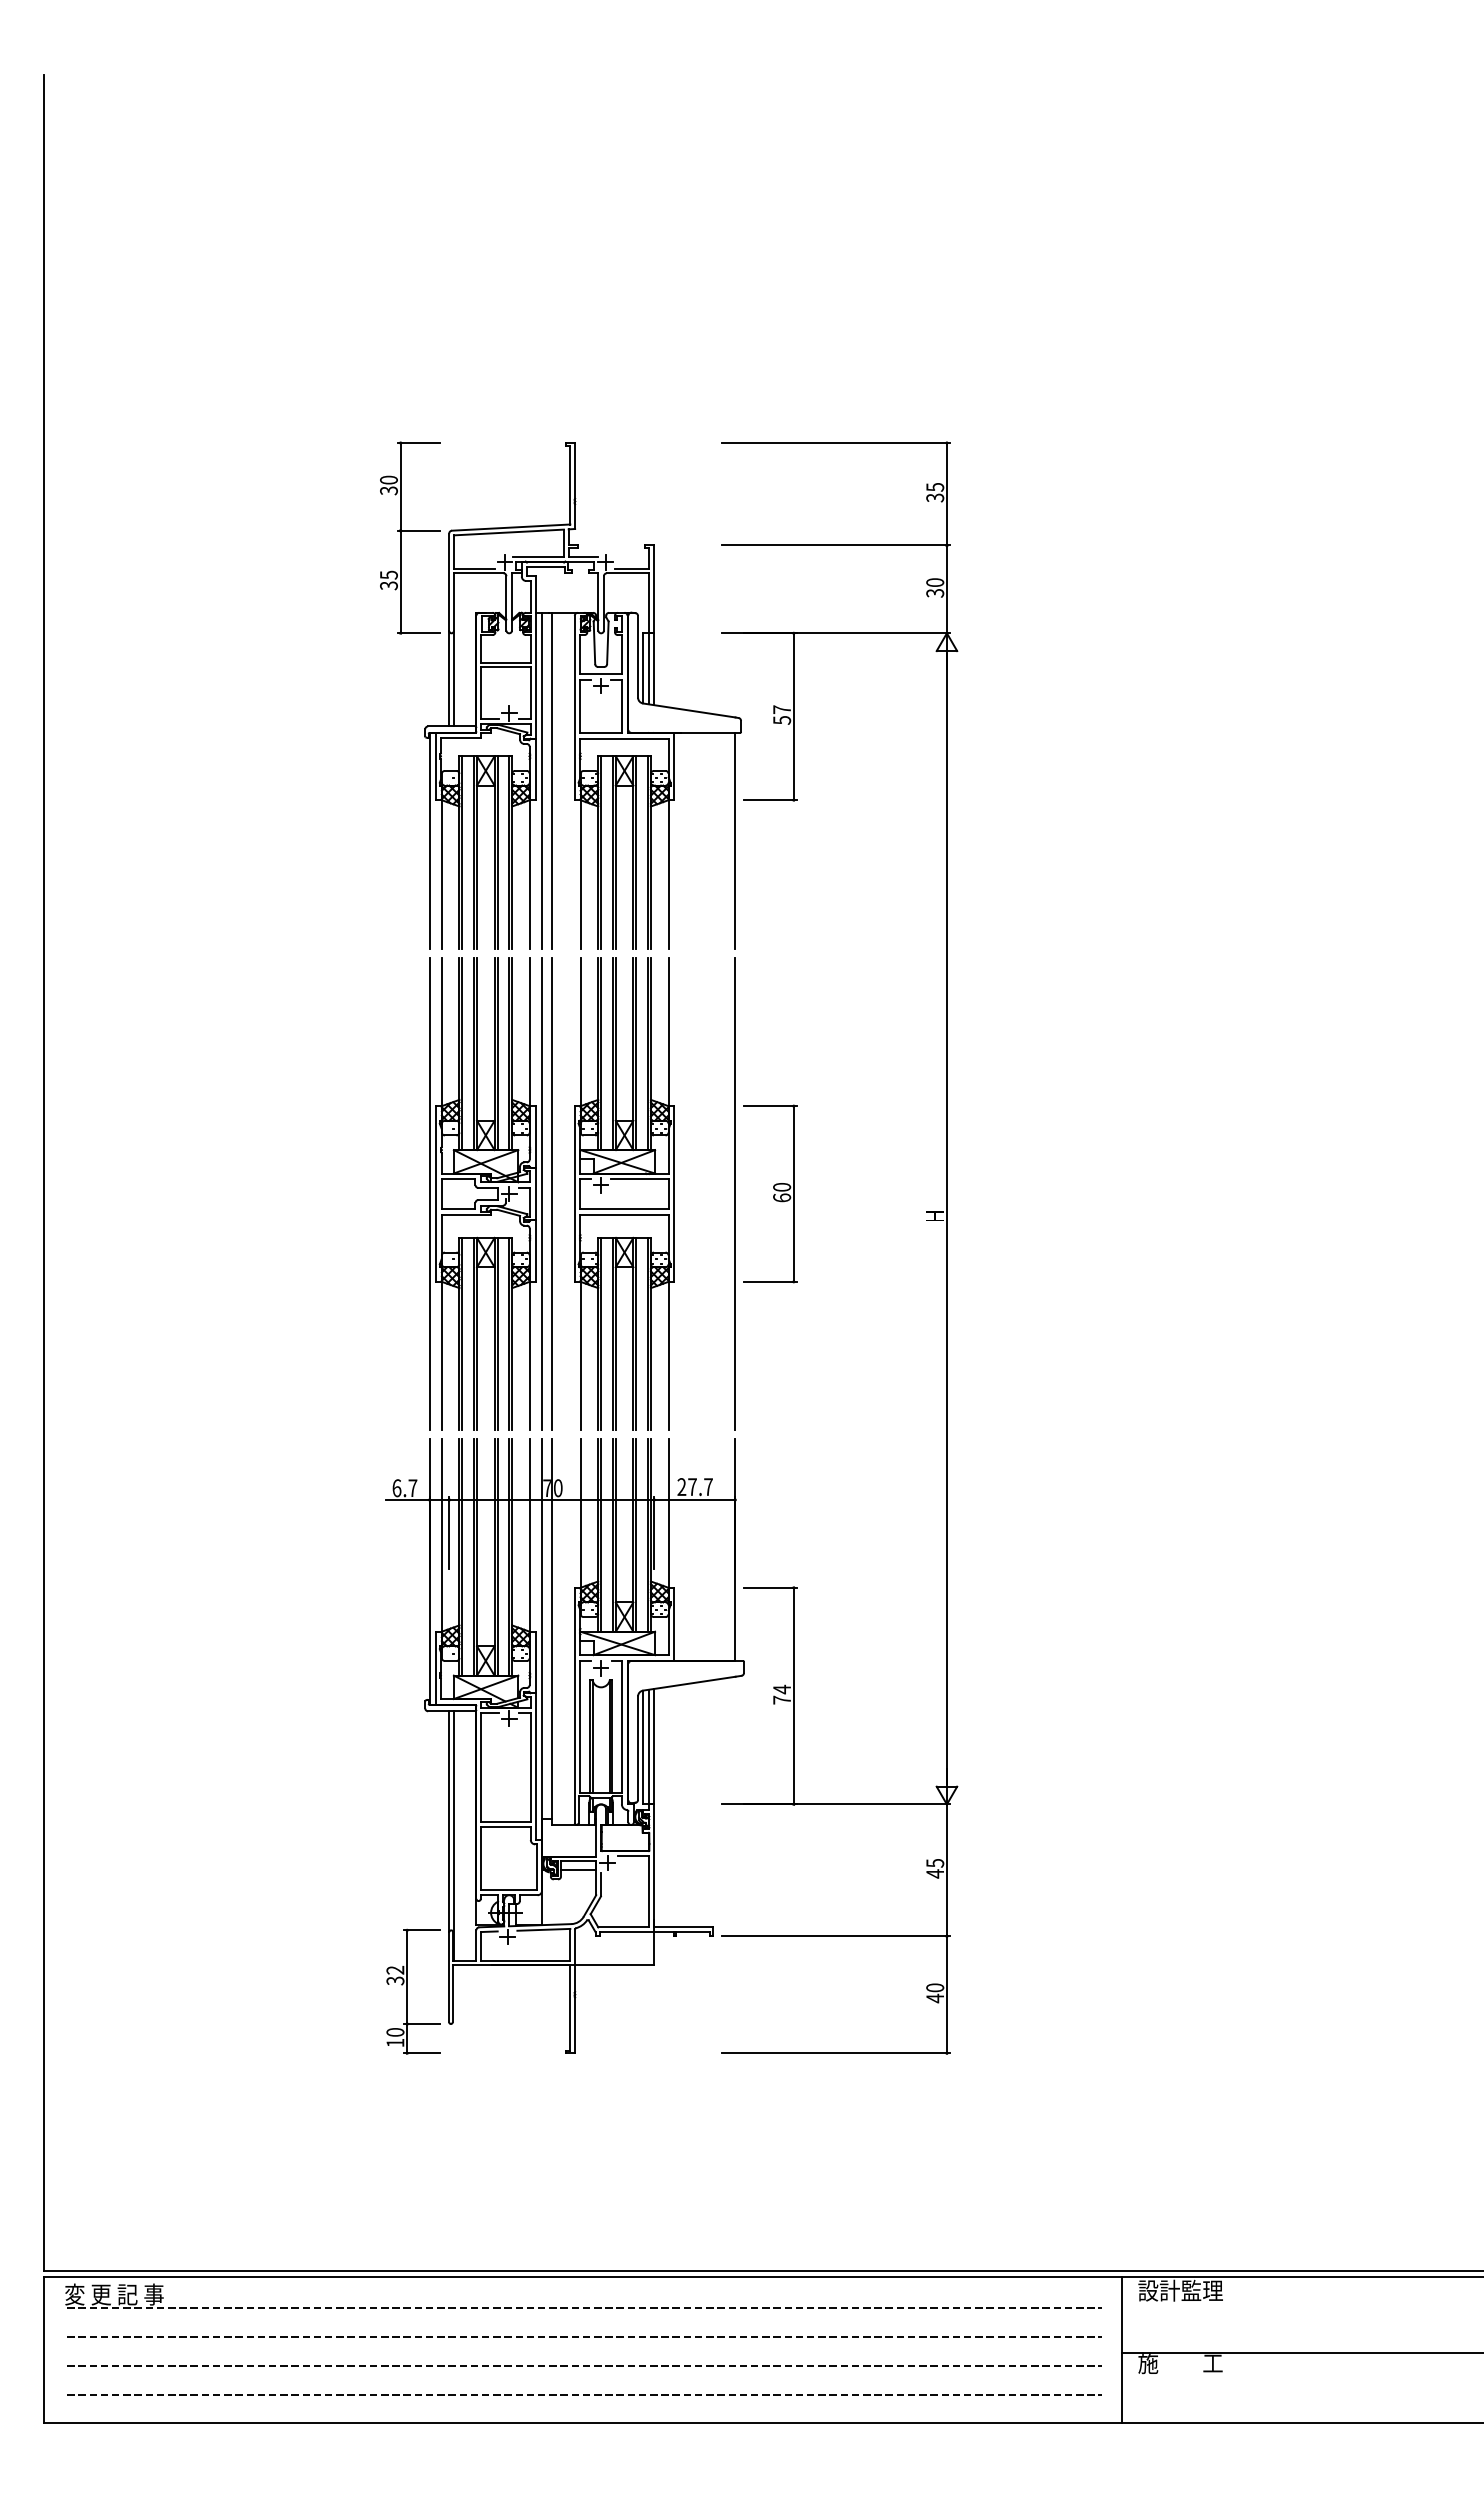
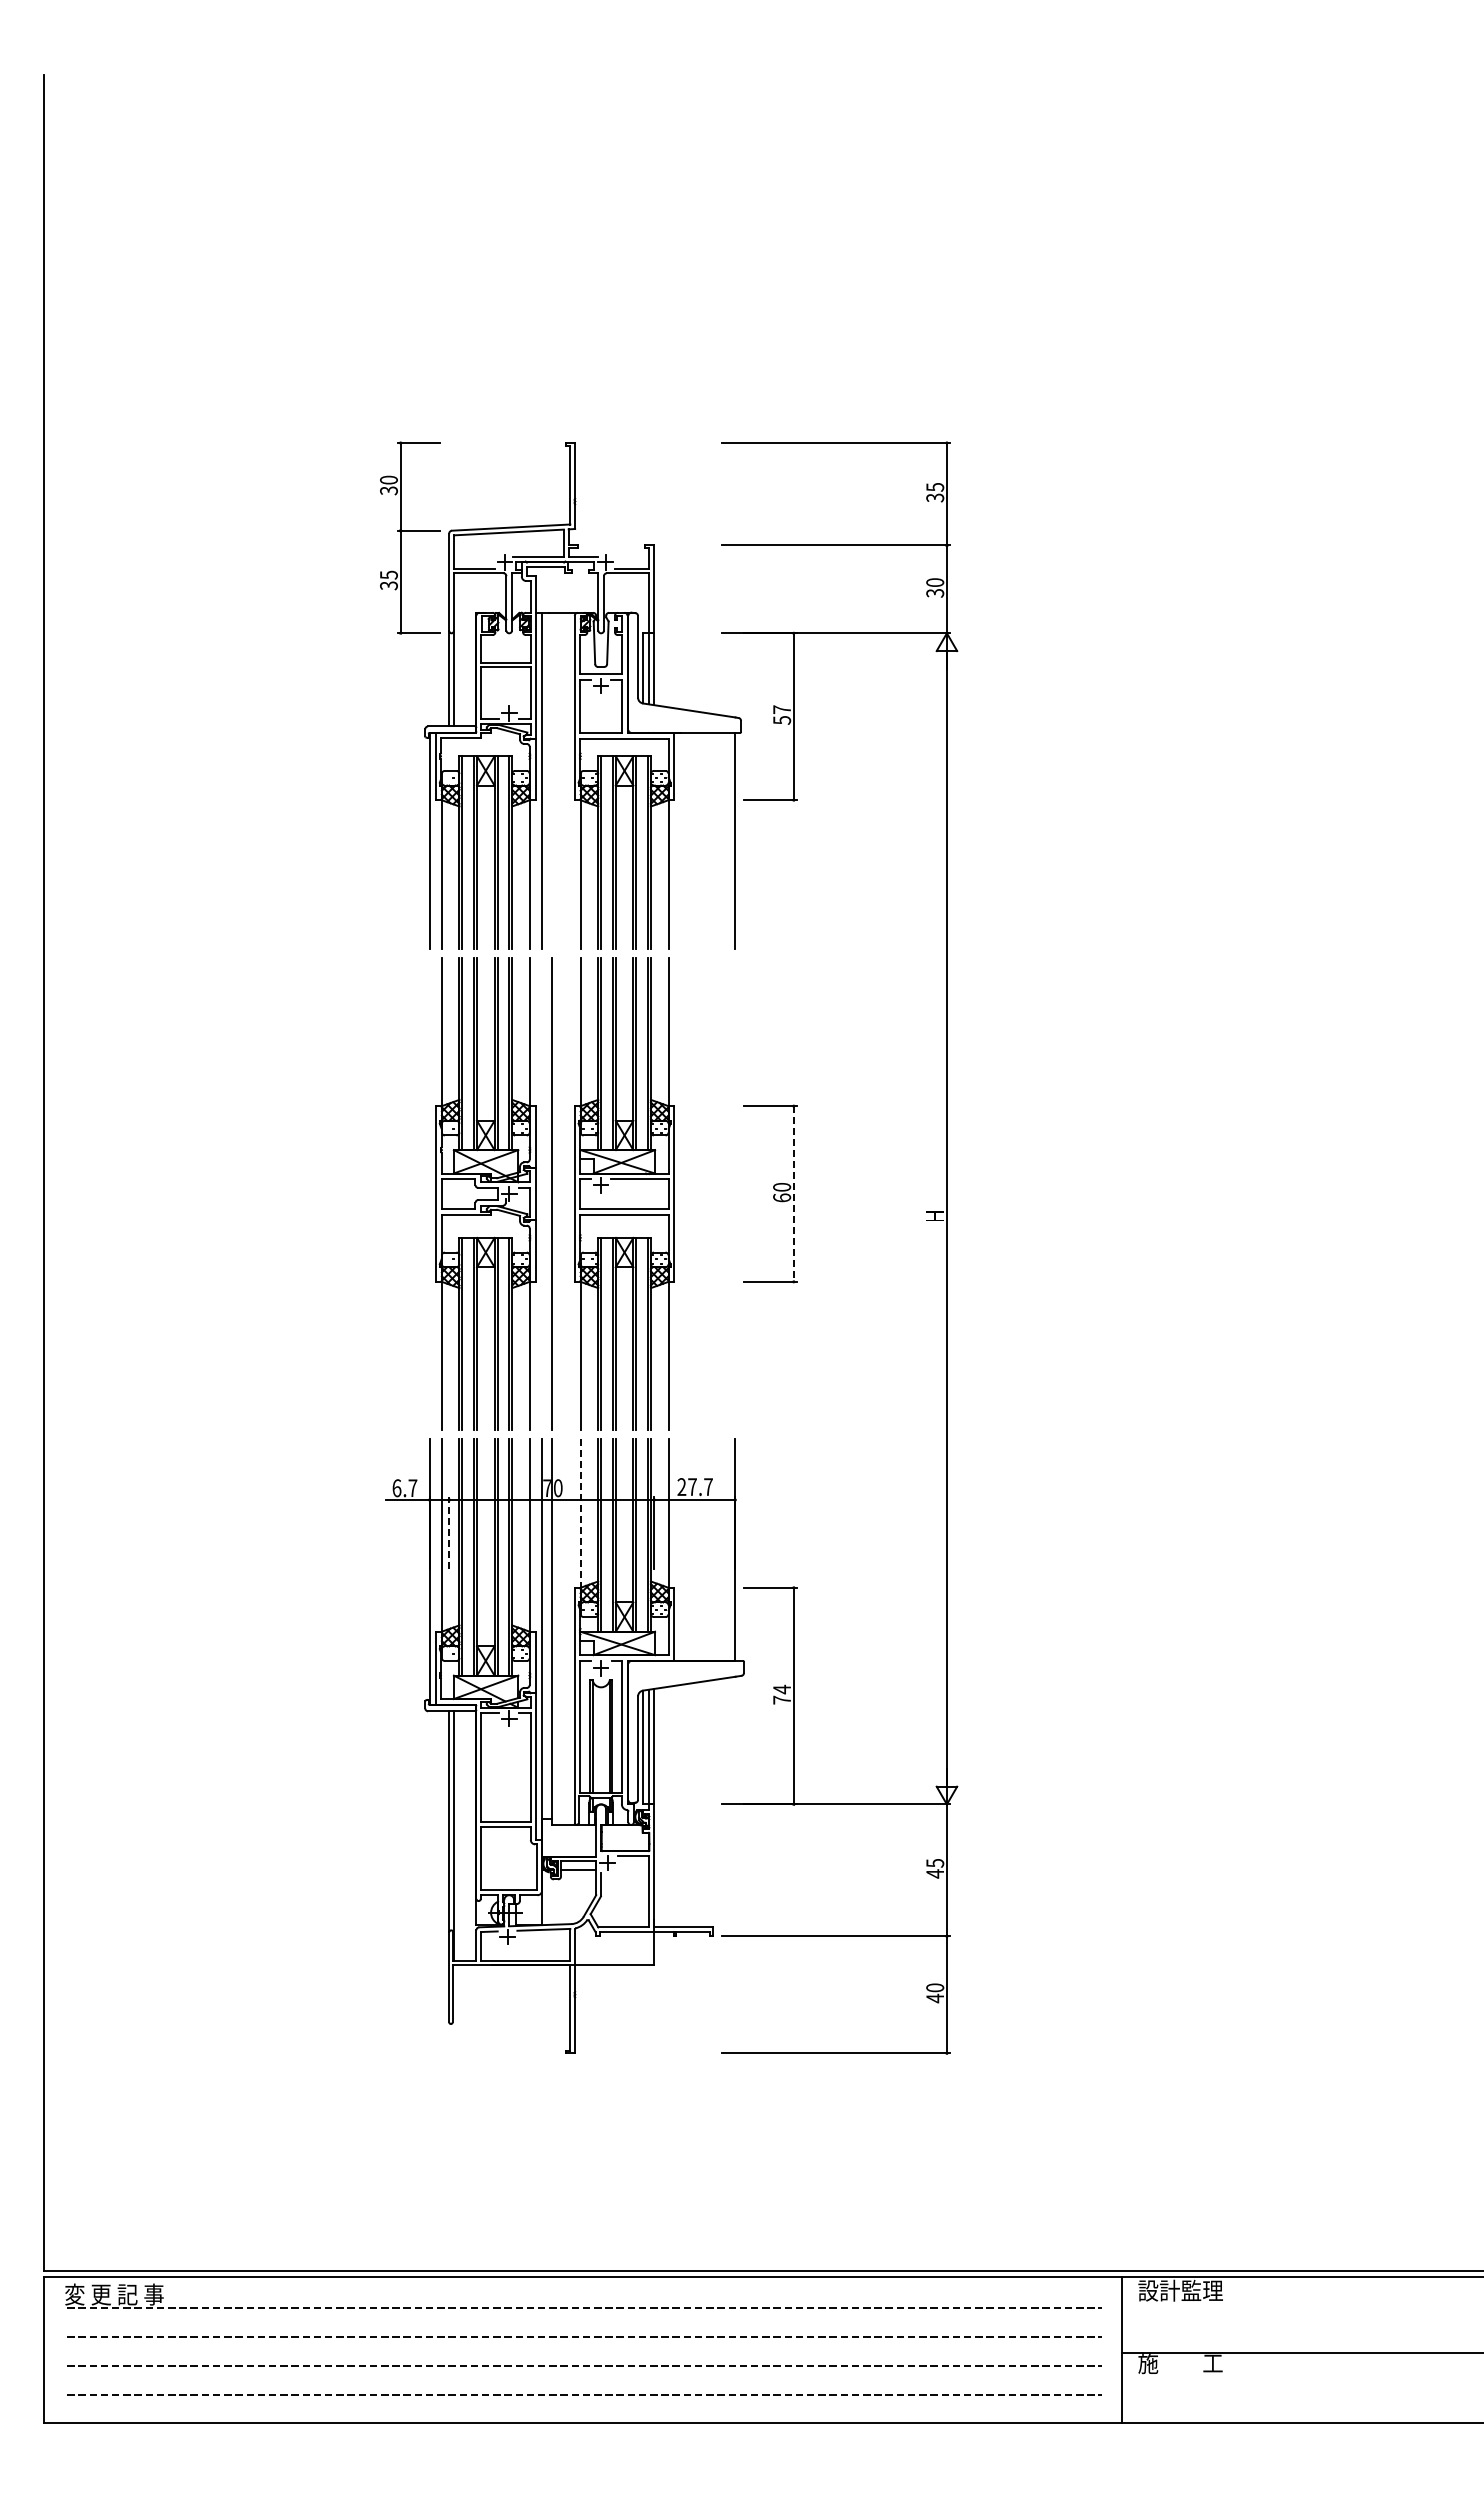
line at (552, 780): present -> none
line at (429, 1193): present -> none
line at (542, 1193): present -> none
line at (734, 1193): present -> none
line at (793, 1194): solid -> dashed
line at (580, 1514): solid -> dashed
line at (449, 1532): solid -> dashed
part at (413, 1991): present -> none
